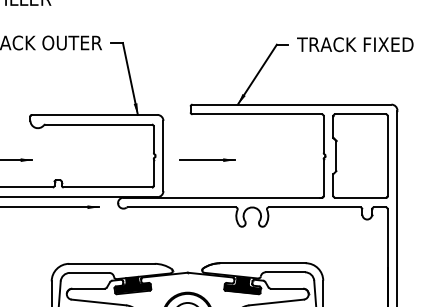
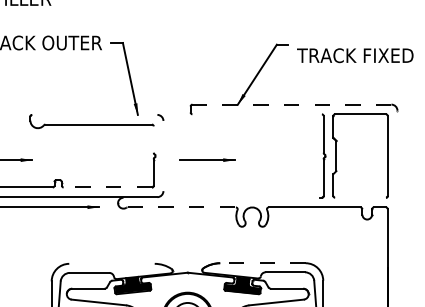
text at (355, 44) position: (355, 44) -> (355, 55)
line at (291, 104): solid -> dashed
line at (94, 114): present -> none
line at (256, 114): present -> none
line at (153, 139): present -> none
line at (163, 155): present -> none
line at (107, 187): solid -> dashed
line at (222, 197): present -> none
line at (360, 197): present -> none
line at (397, 206): present -> none
line at (182, 207): solid -> dashed
line at (111, 263): present -> none
line at (262, 263): solid -> dashed
